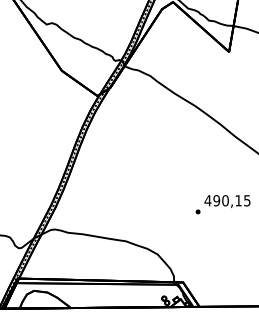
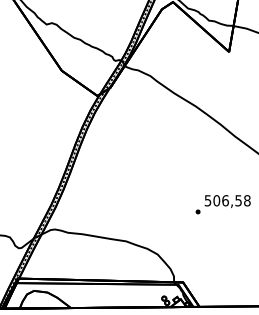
text at (227, 200): 490,15 -> 506,58
